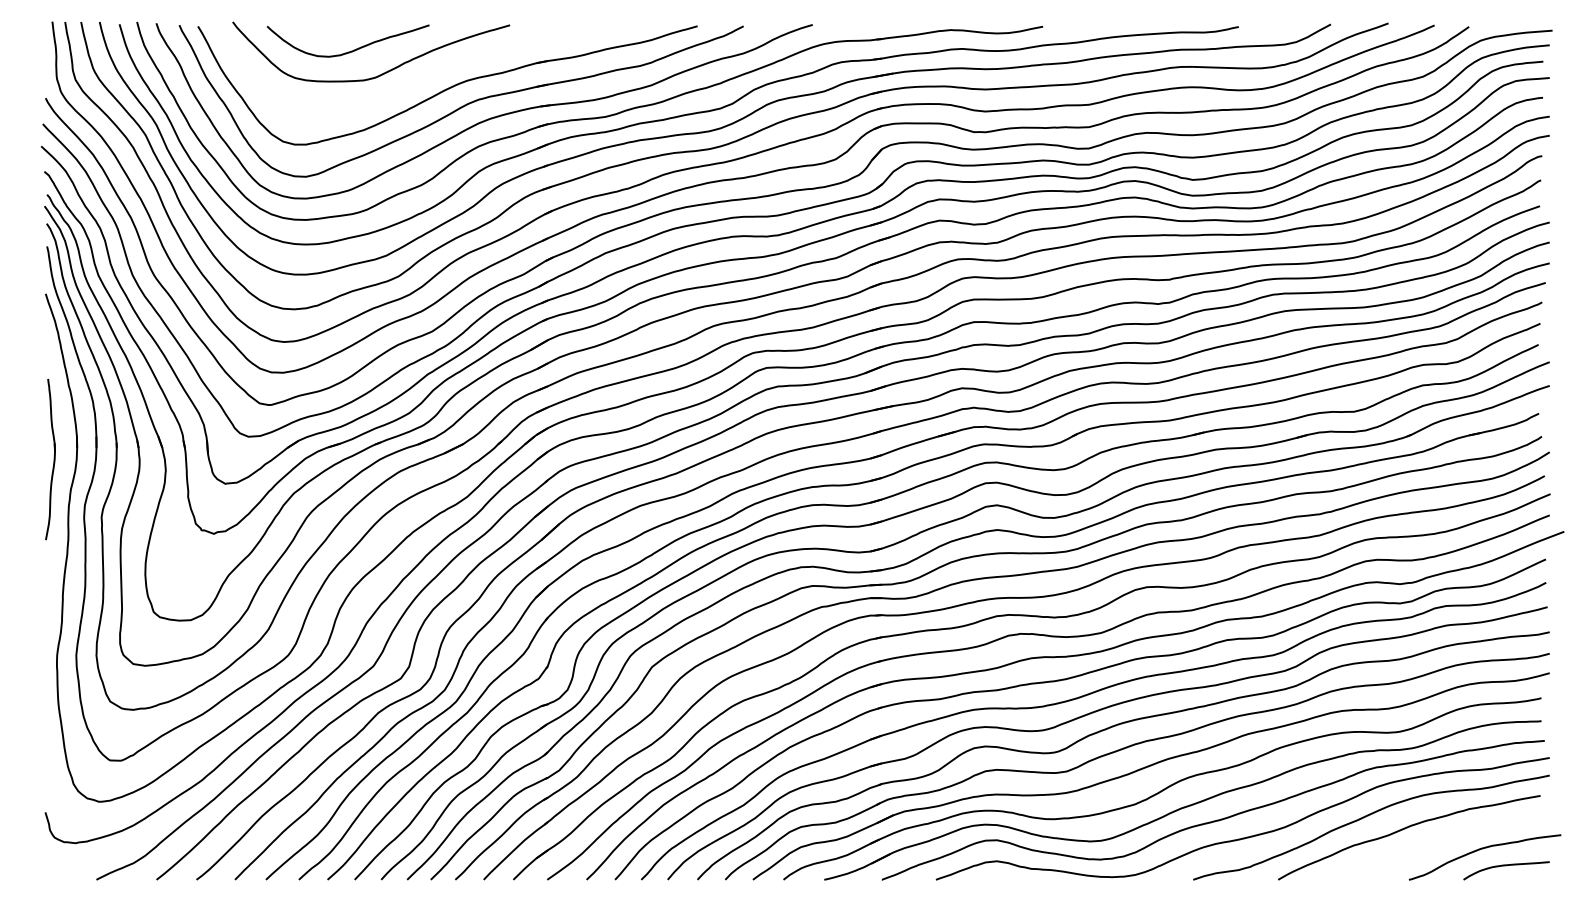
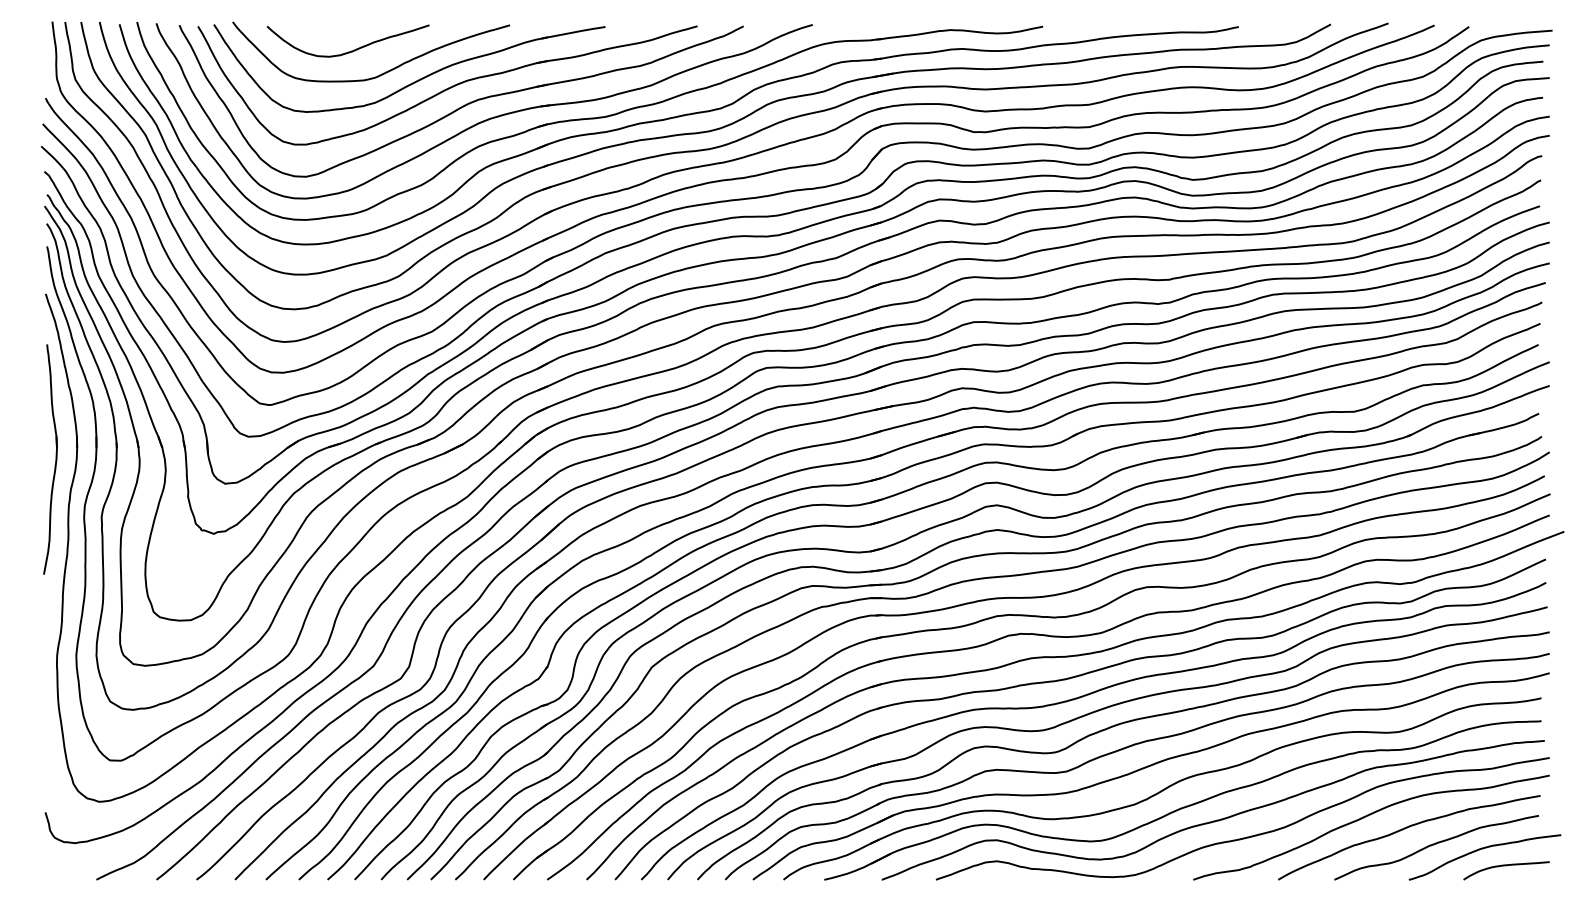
part at (416, 80): none -> present
part at (50, 459) size: 11x162 px -> 15x231 px
curve at (1434, 845): none -> present
